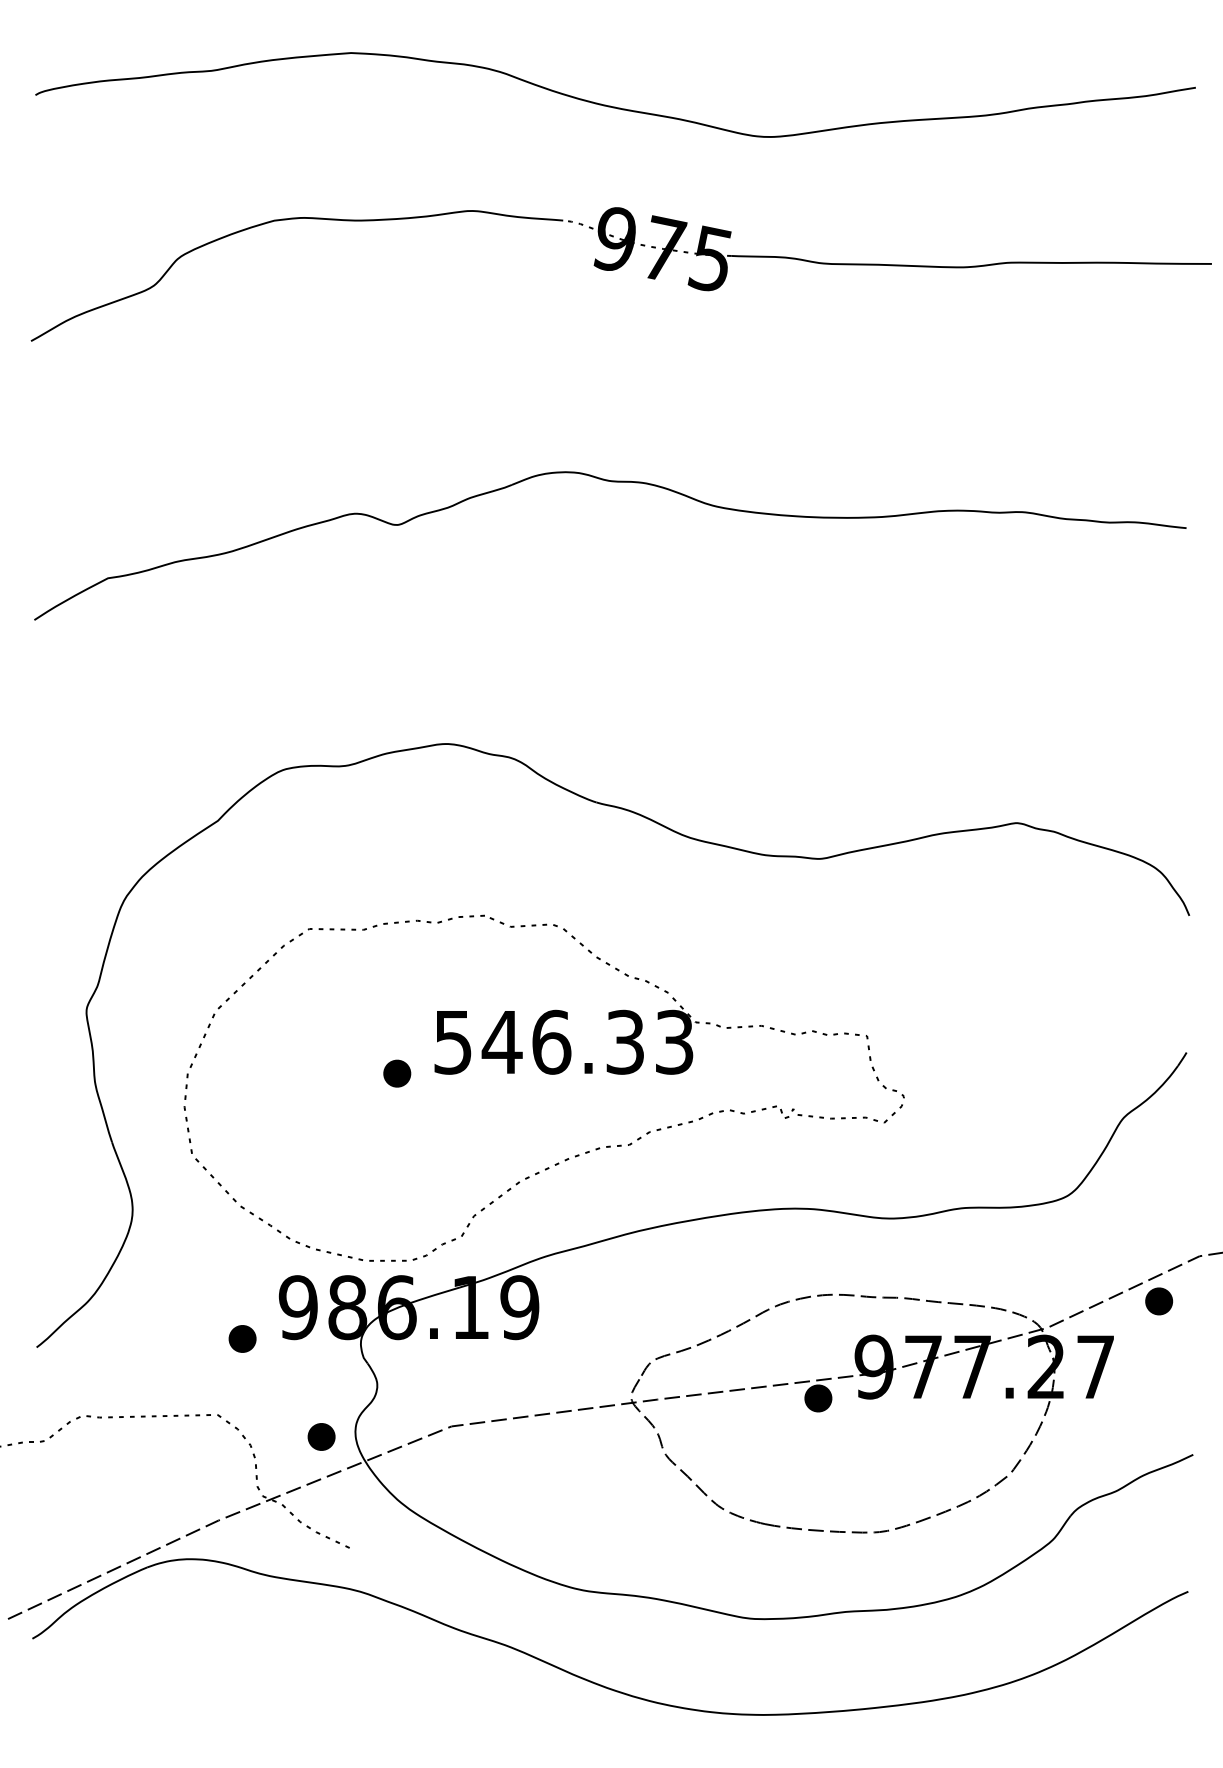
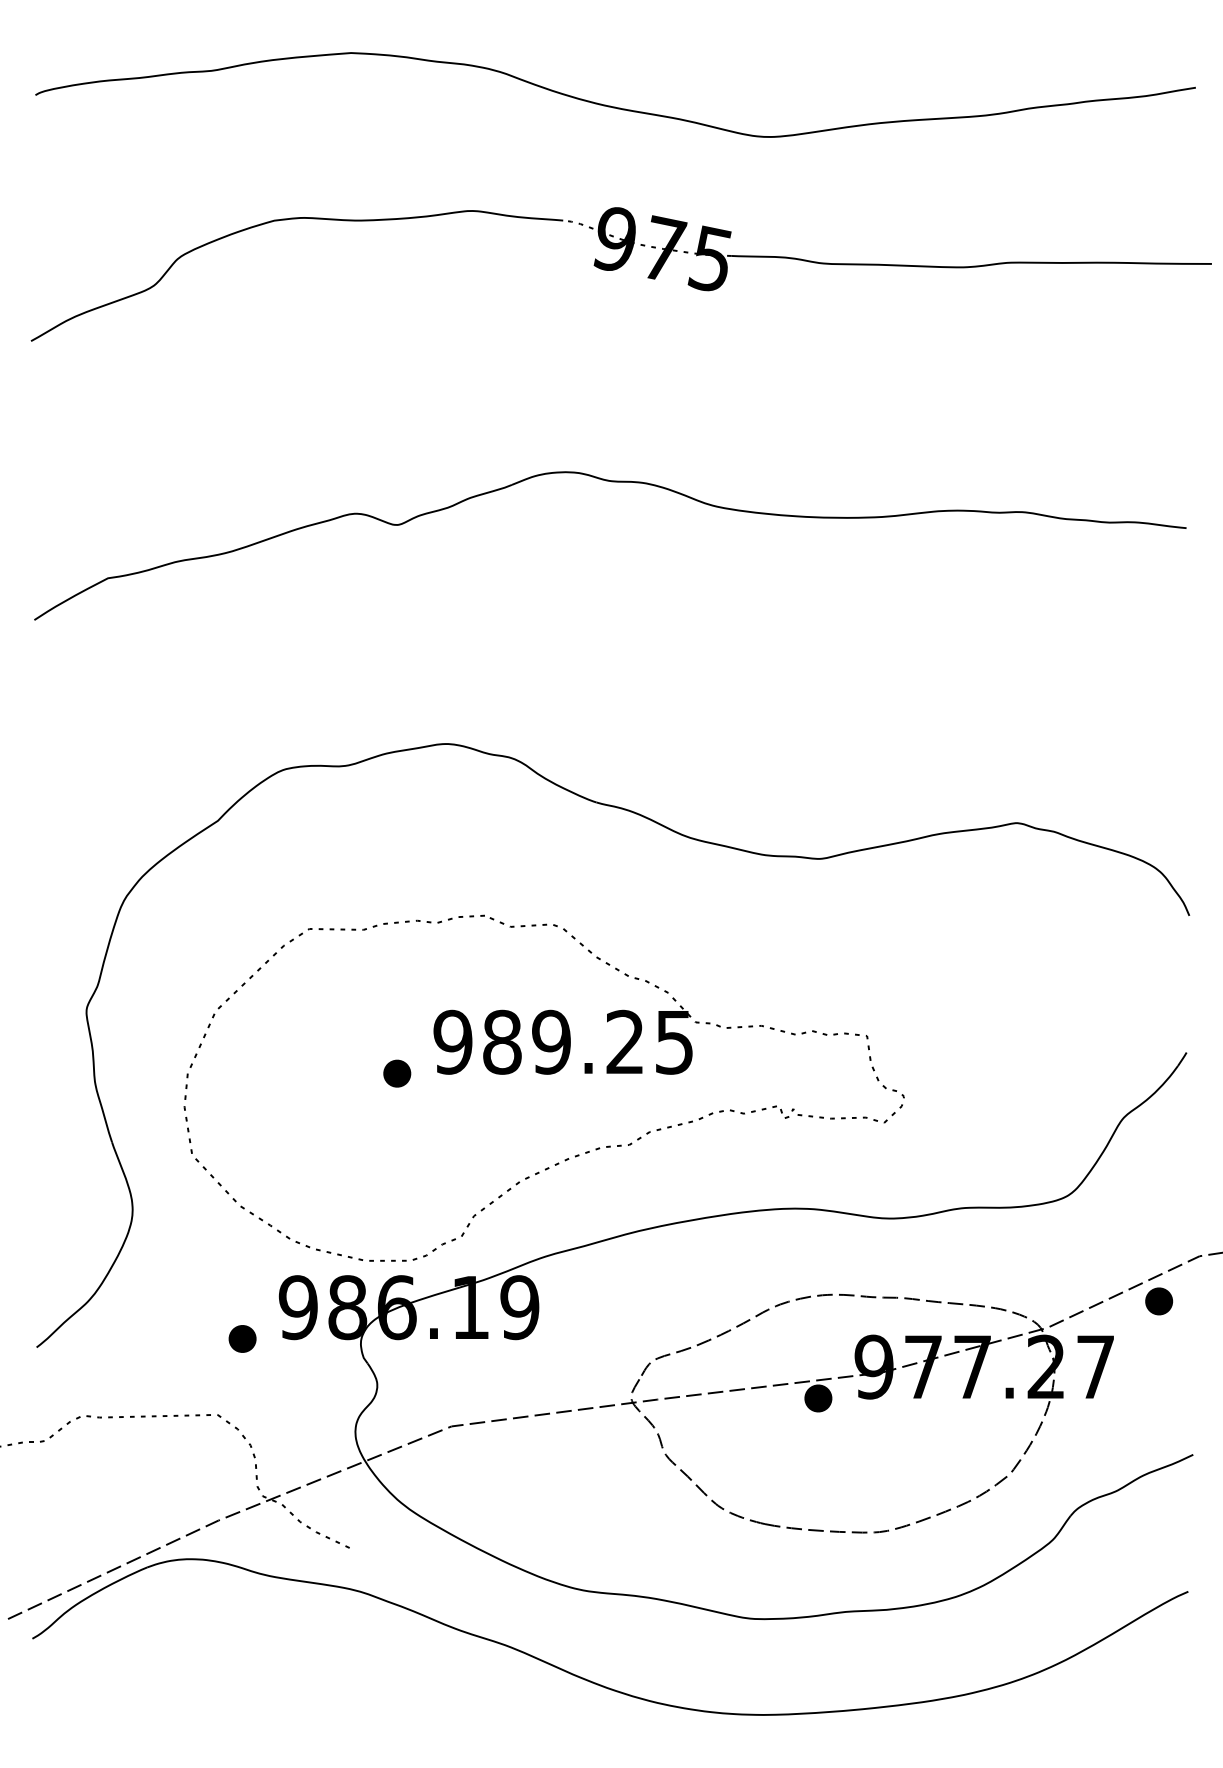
text at (563, 1041): 546.33 -> 989.25
part at (321, 1436): present -> none
